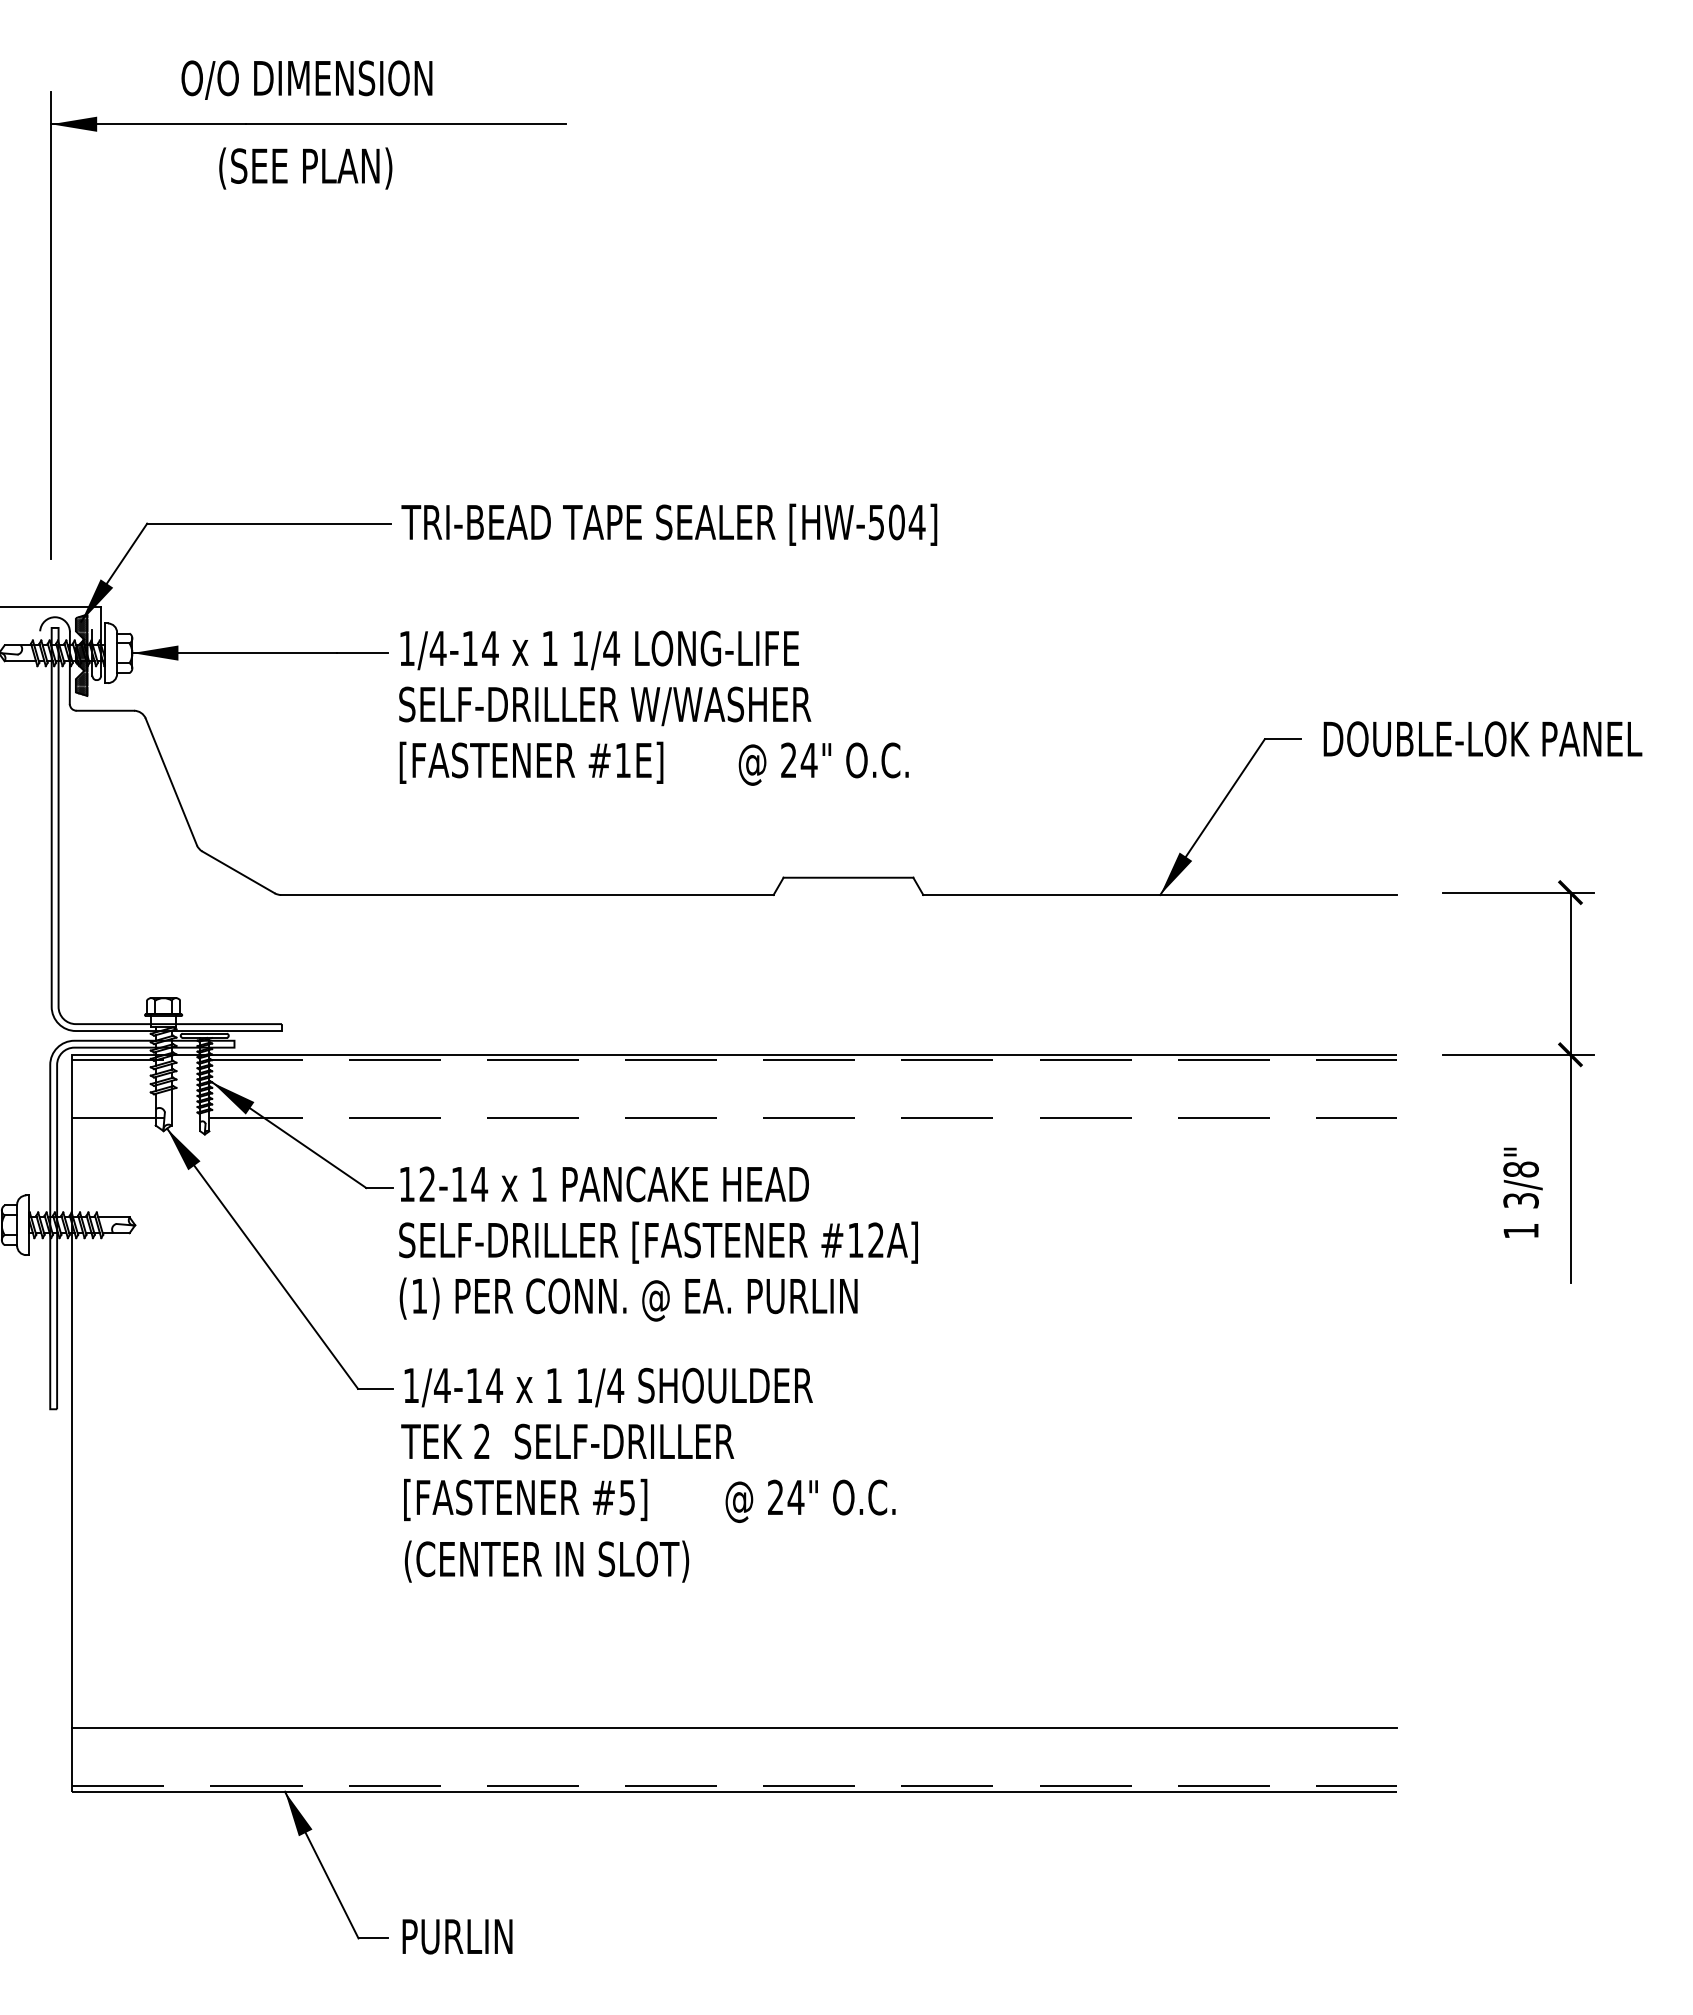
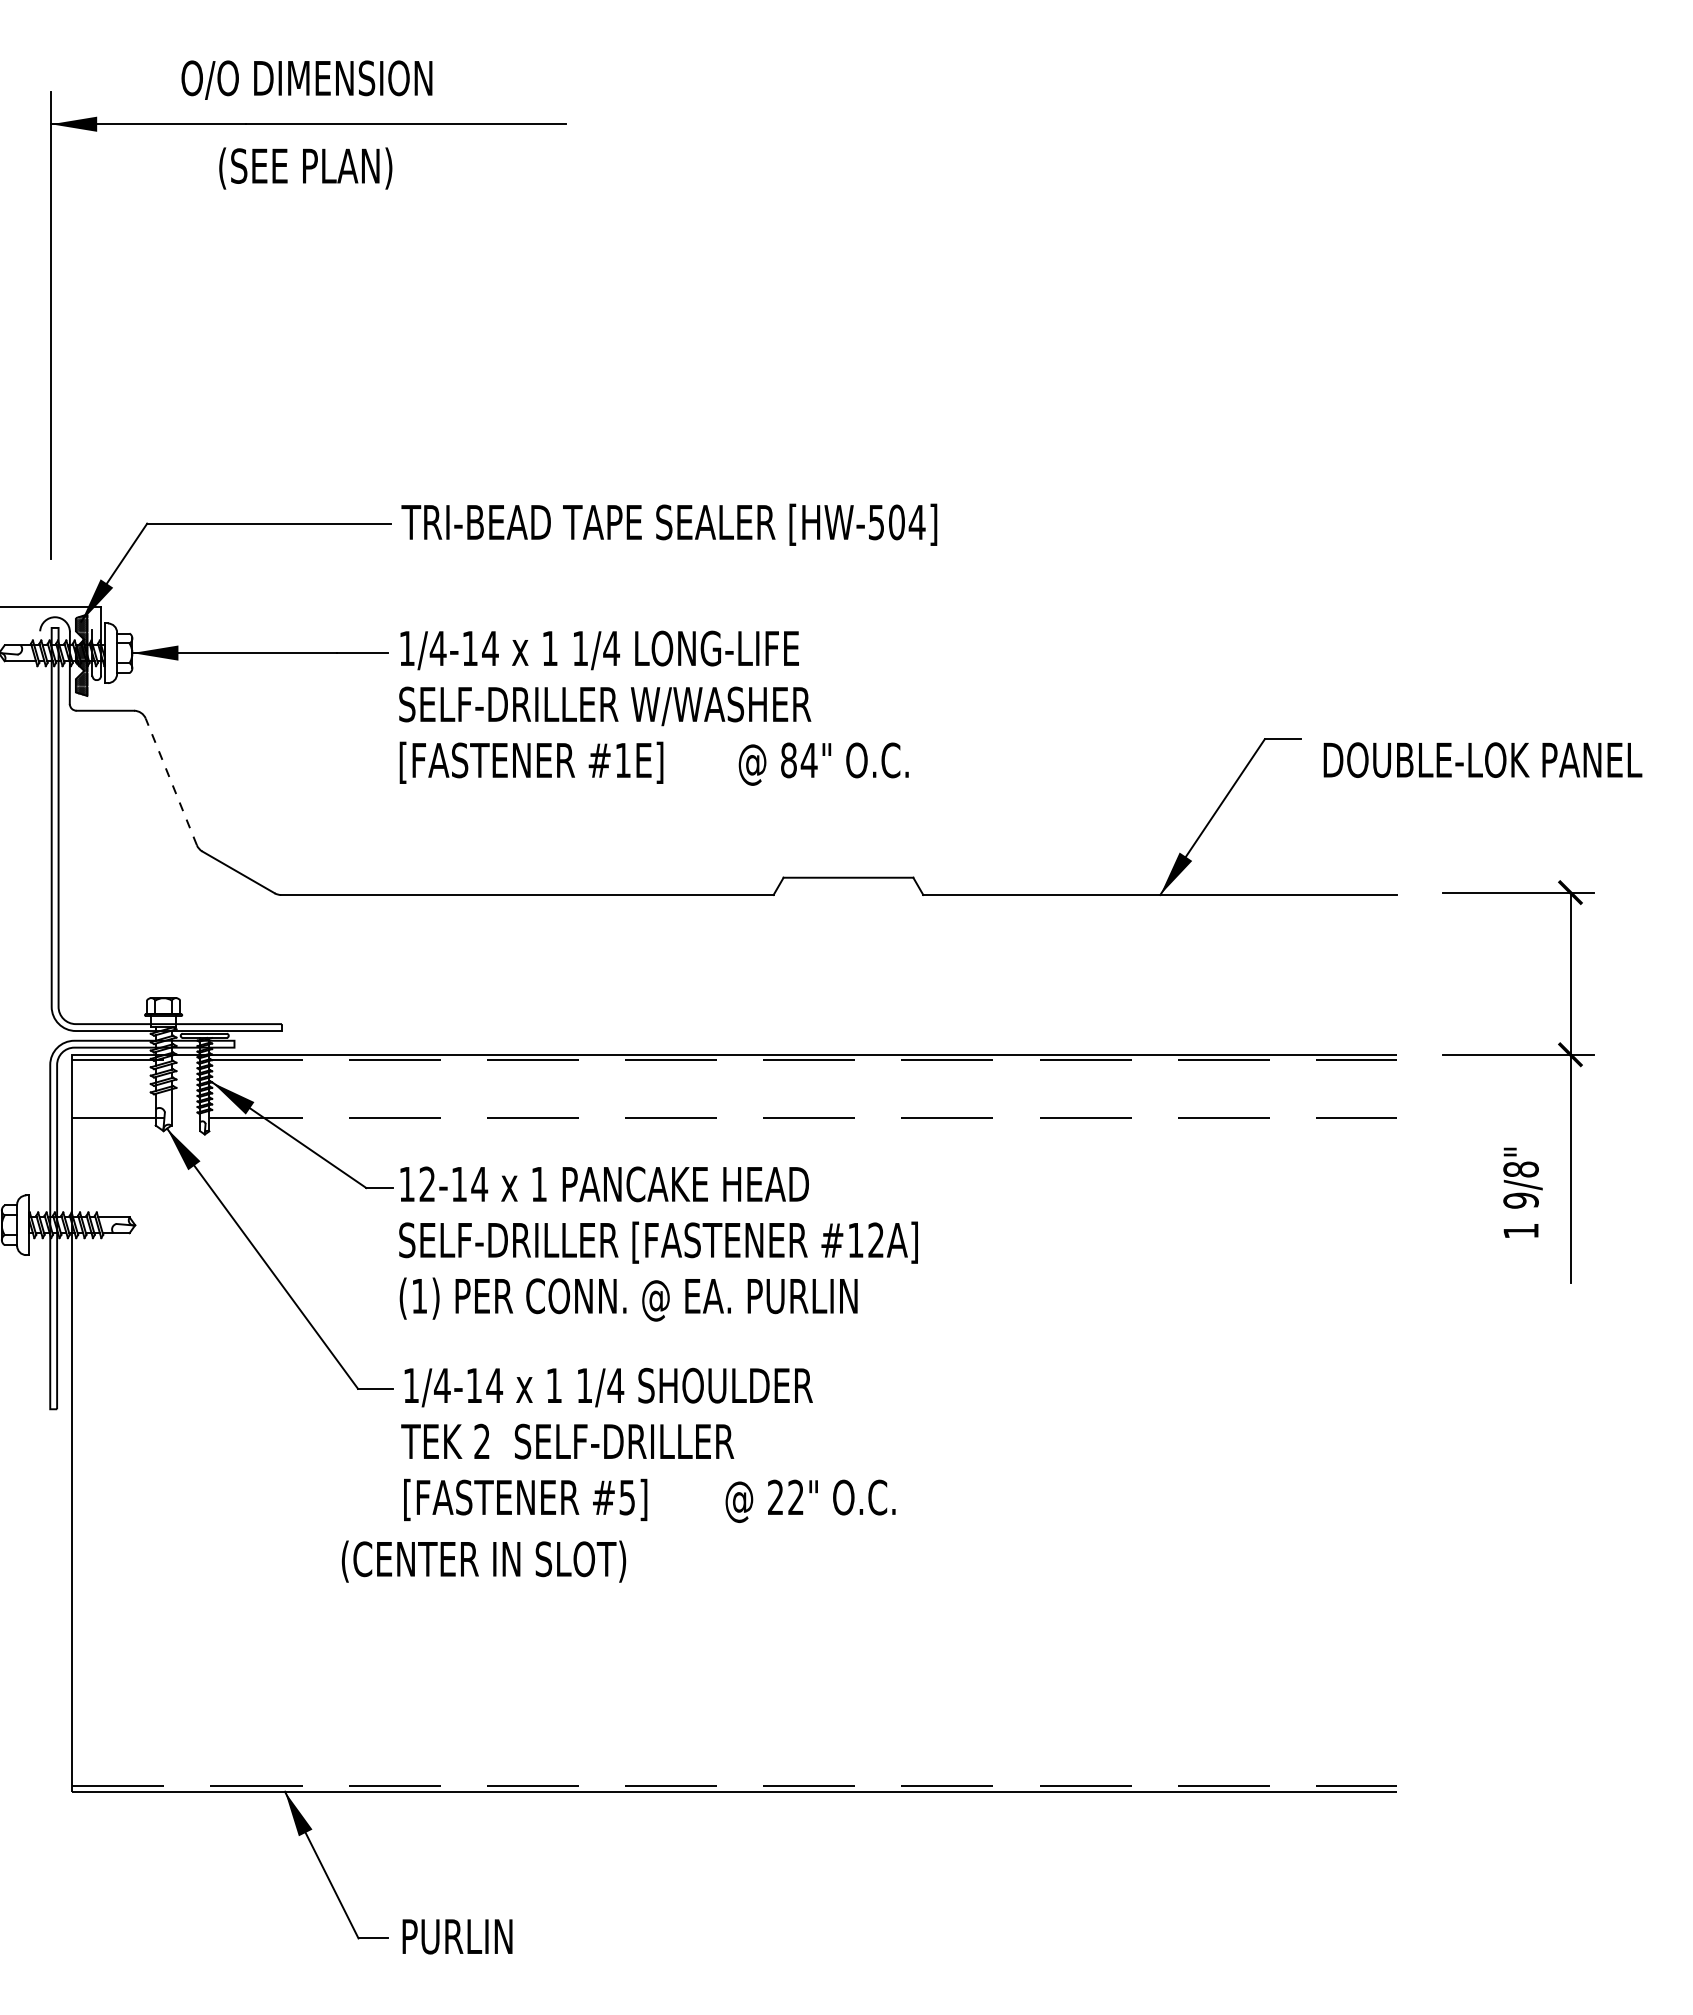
text at (1482, 738) position: (1482, 738) -> (1482, 759)
text at (788, 760): 24" -> 84"
line at (171, 781): solid -> dashed
text at (1520, 1200): 3/8" -> 9/8"
text at (795, 1496): 24" -> 22"
text at (546, 1561) position: (546, 1561) -> (483, 1561)
line at (734, 1728): present -> none
